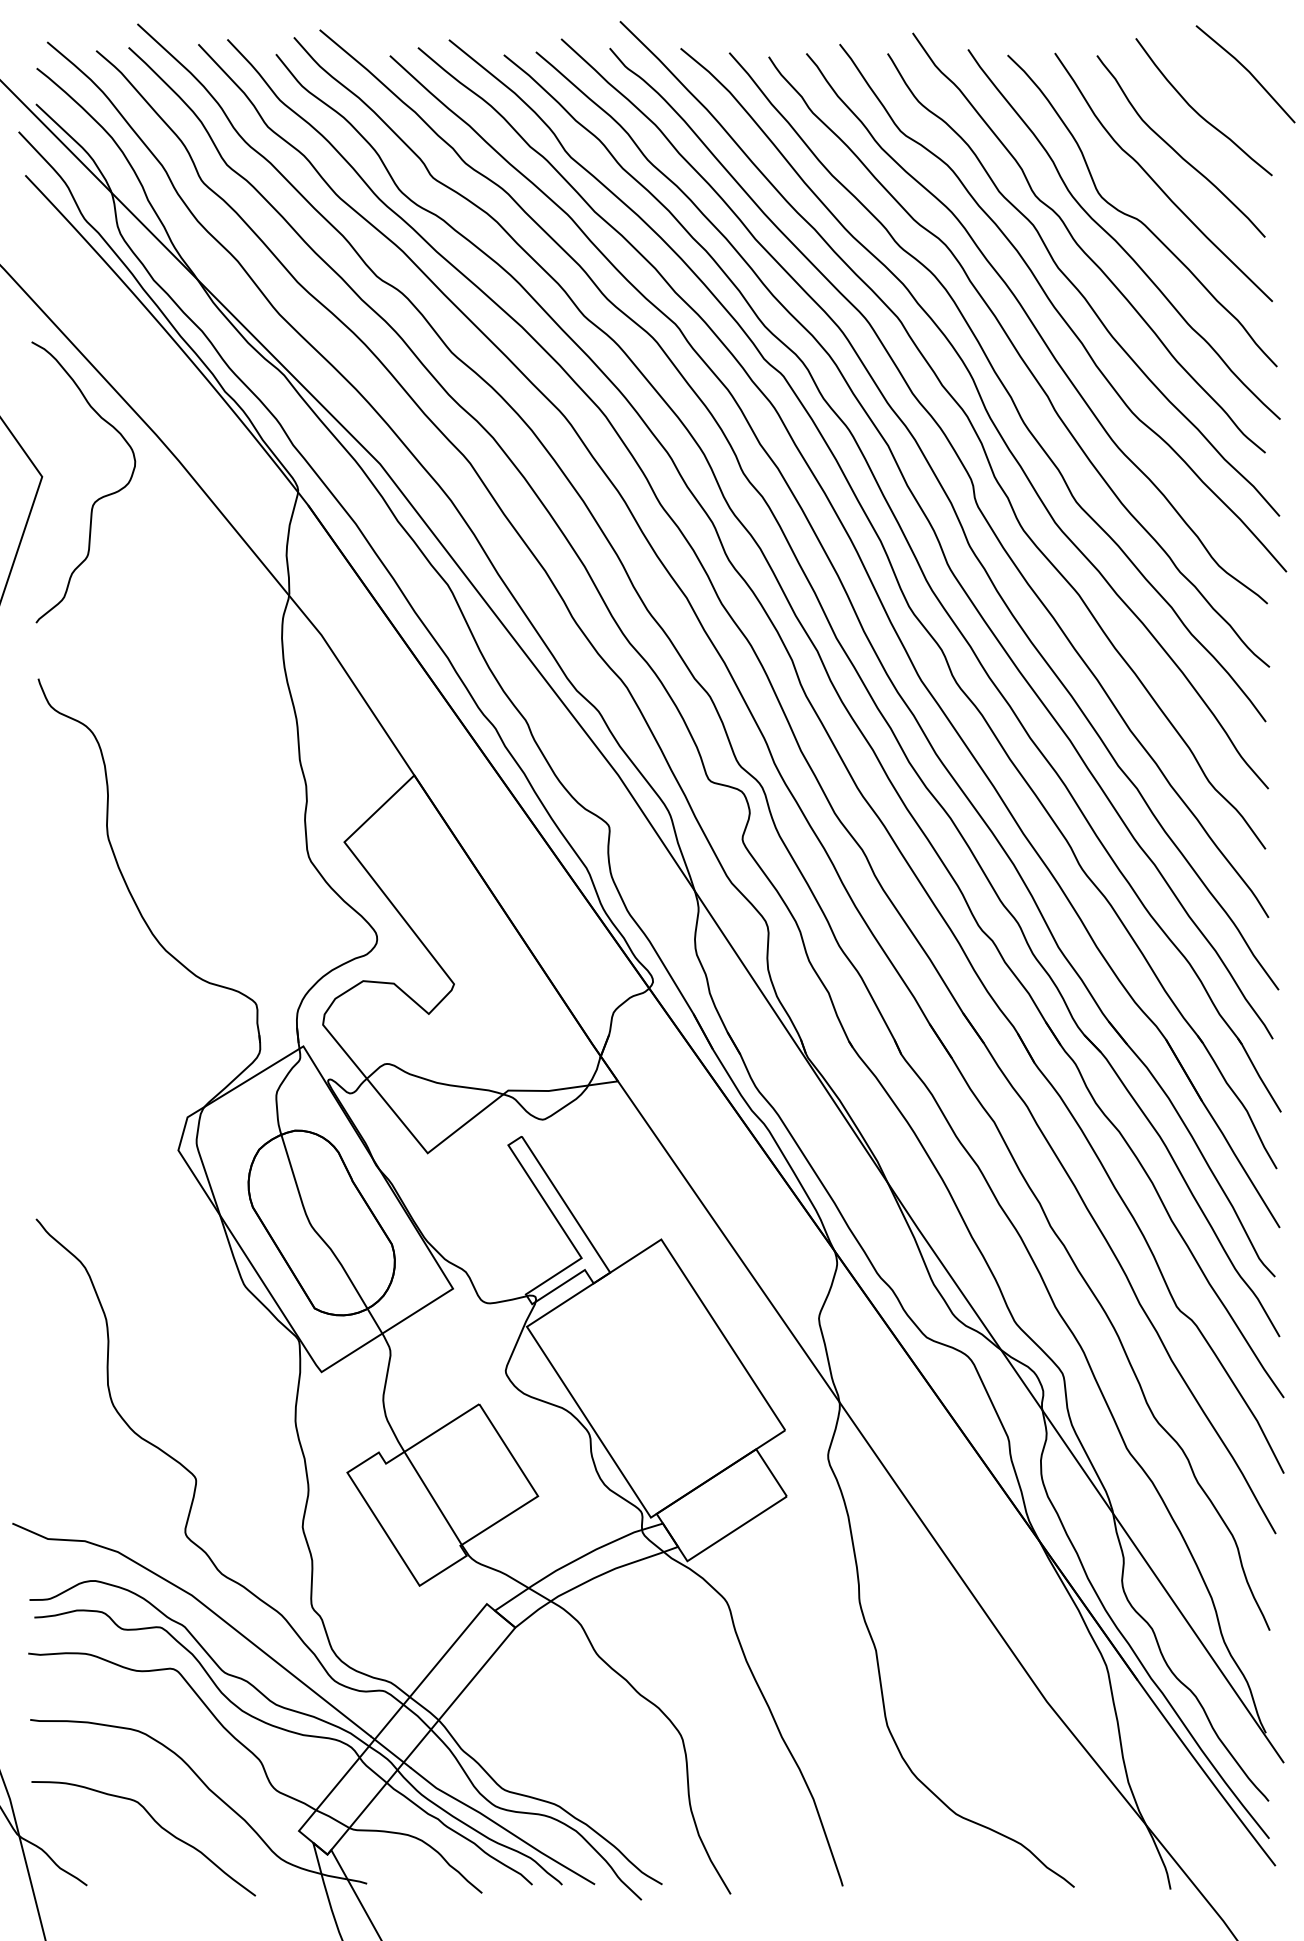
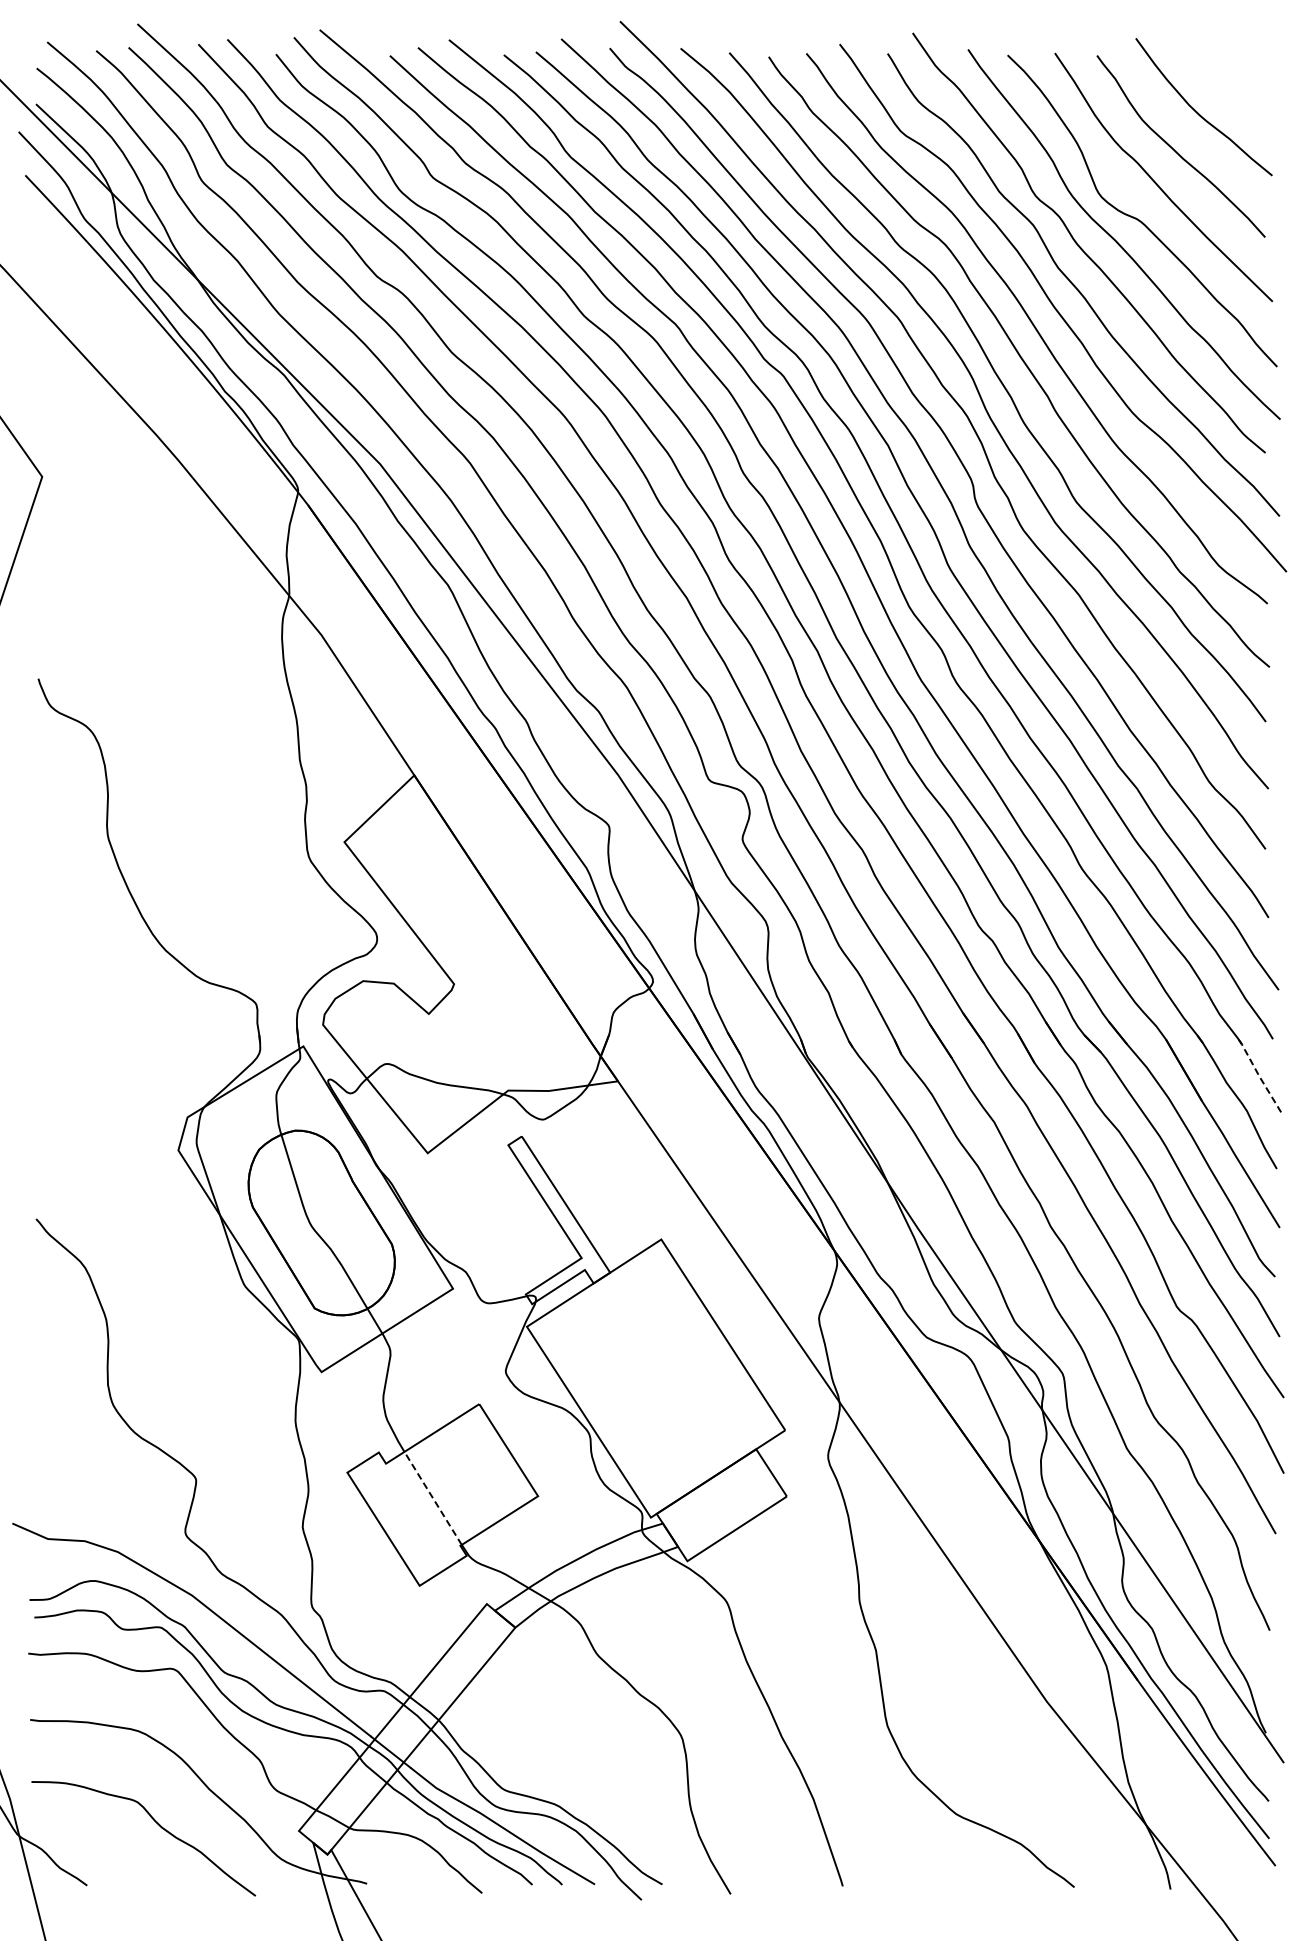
line at (1247, 71): present -> none
curve at (95, 500): present -> none
line at (1258, 1074): solid -> dashed
line at (433, 1498): solid -> dashed
